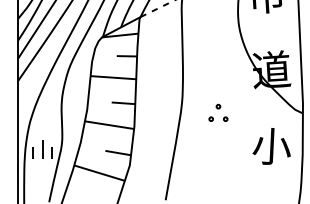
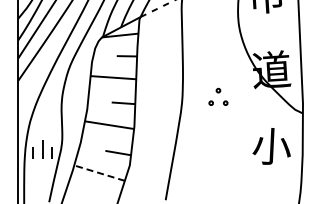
part at (218, 112) position: (218, 112) -> (218, 96)
line at (99, 173): solid -> dashed
